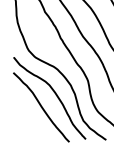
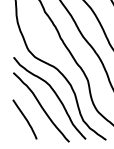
curve at (24, 118): none -> present
